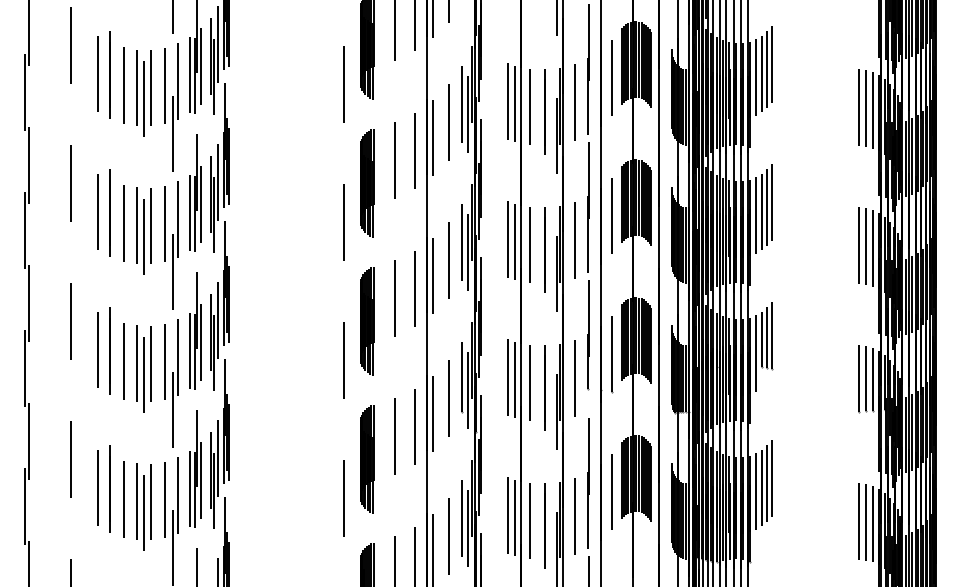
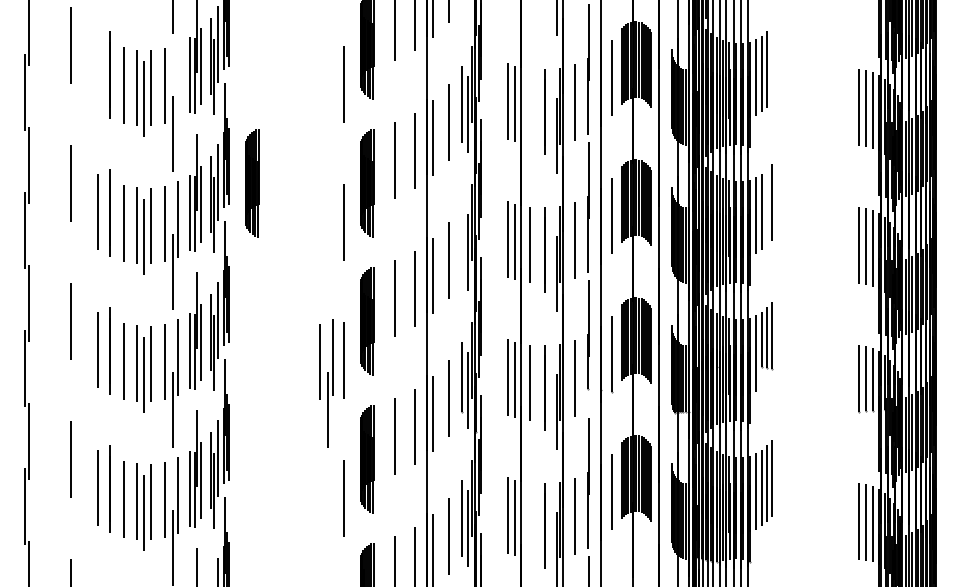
line at (771, 64): present -> none
line at (98, 73): present -> none
line at (177, 81): present -> none
line at (530, 106): present -> none
part at (252, 183): none -> present
line at (767, 207): present -> none
line at (462, 242): present -> none
part at (326, 383): none -> present
line at (530, 520): present -> none
